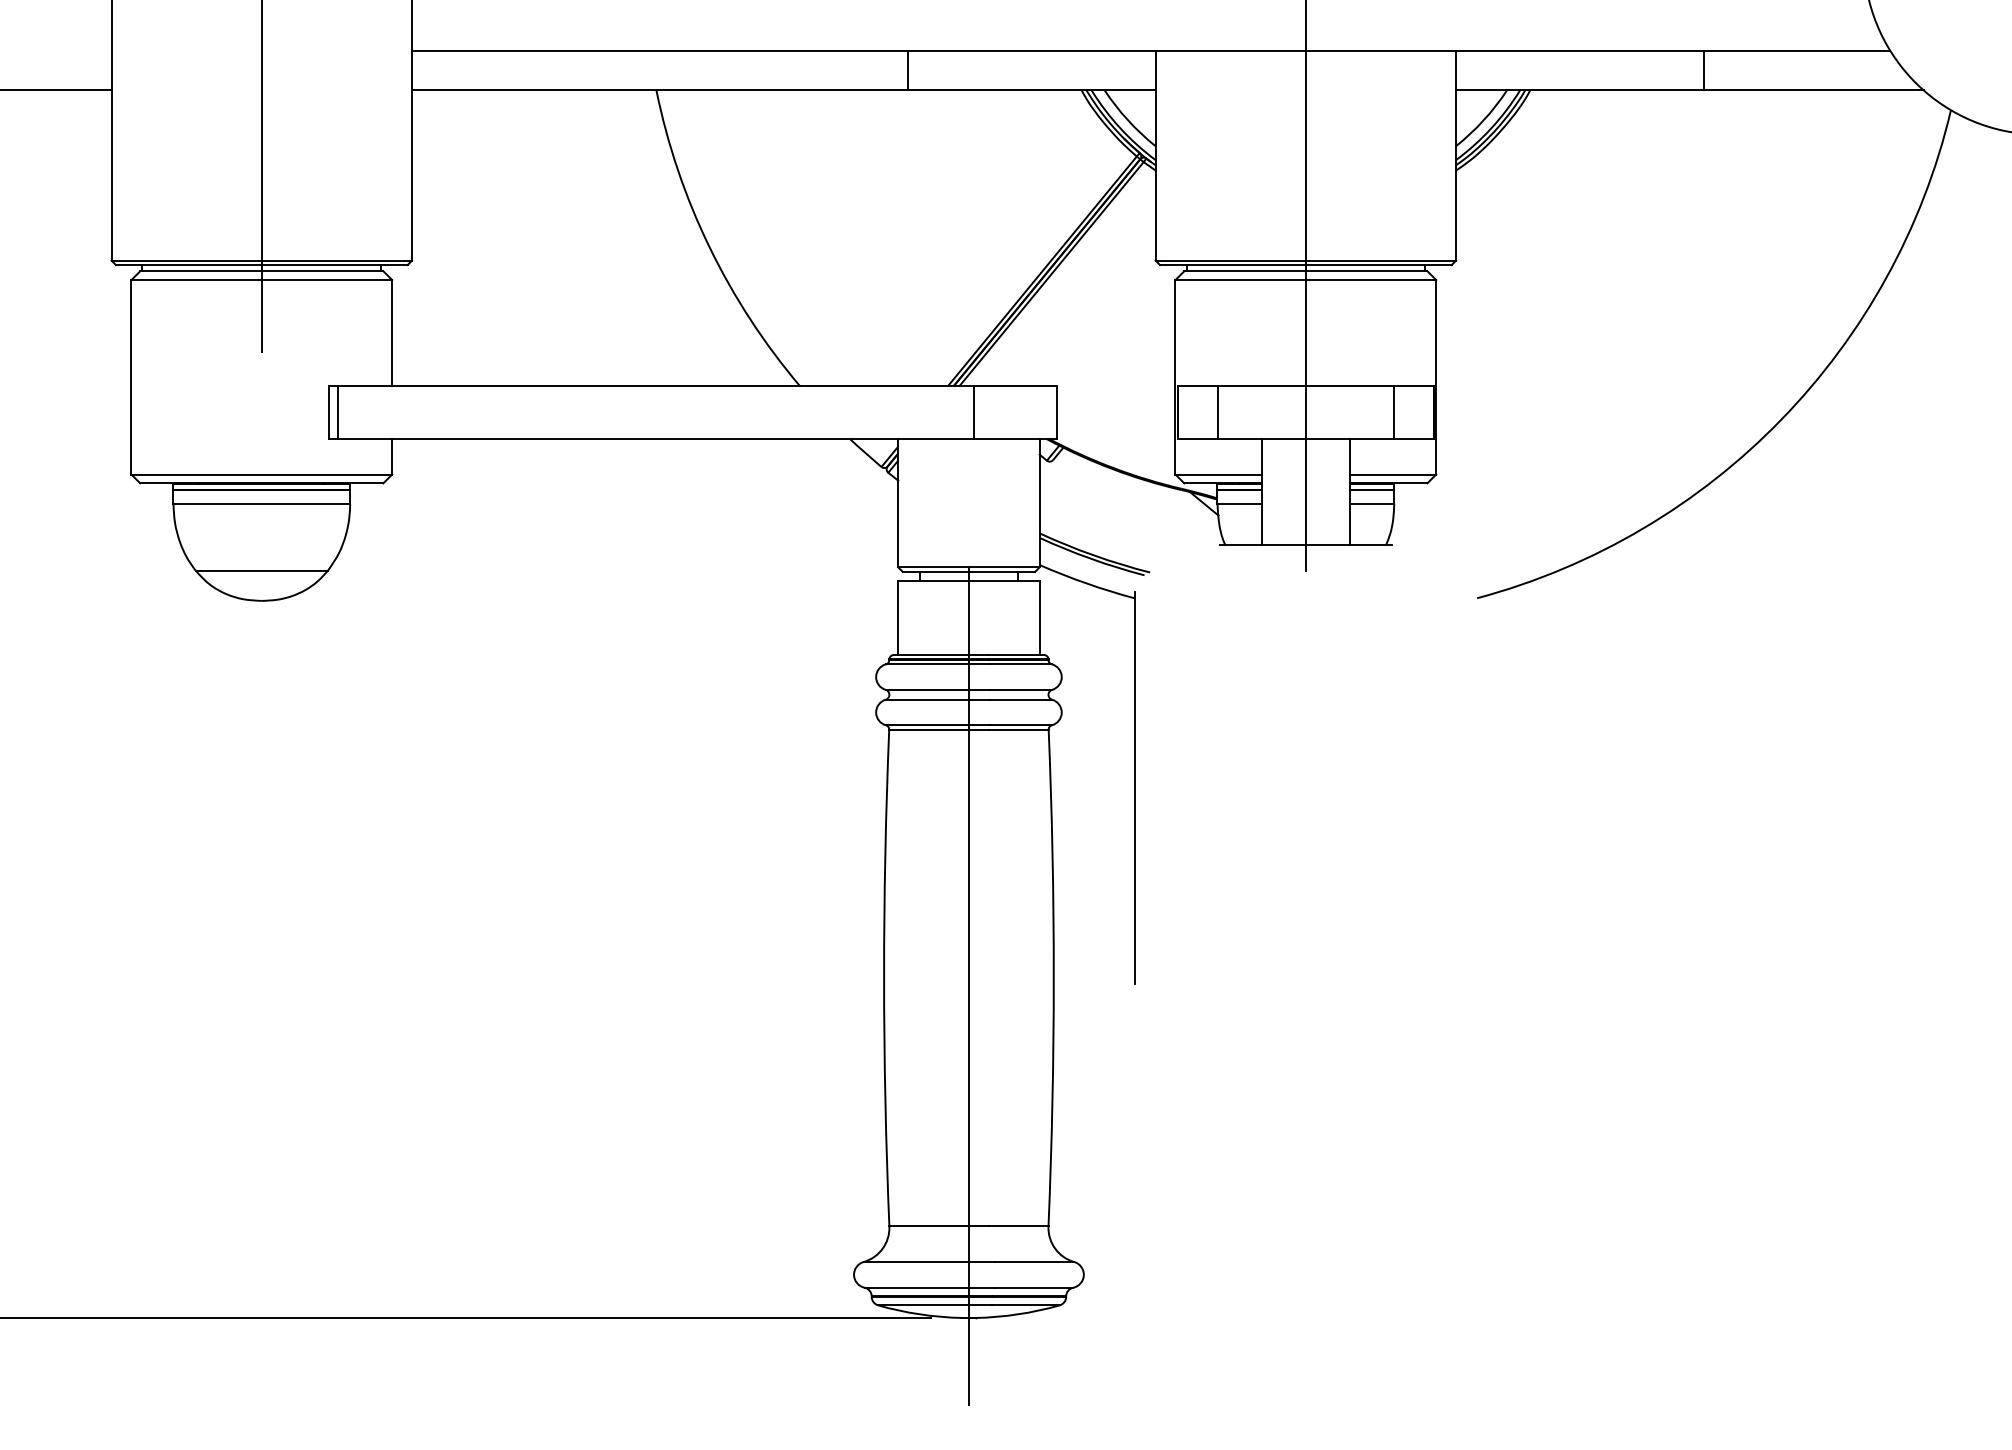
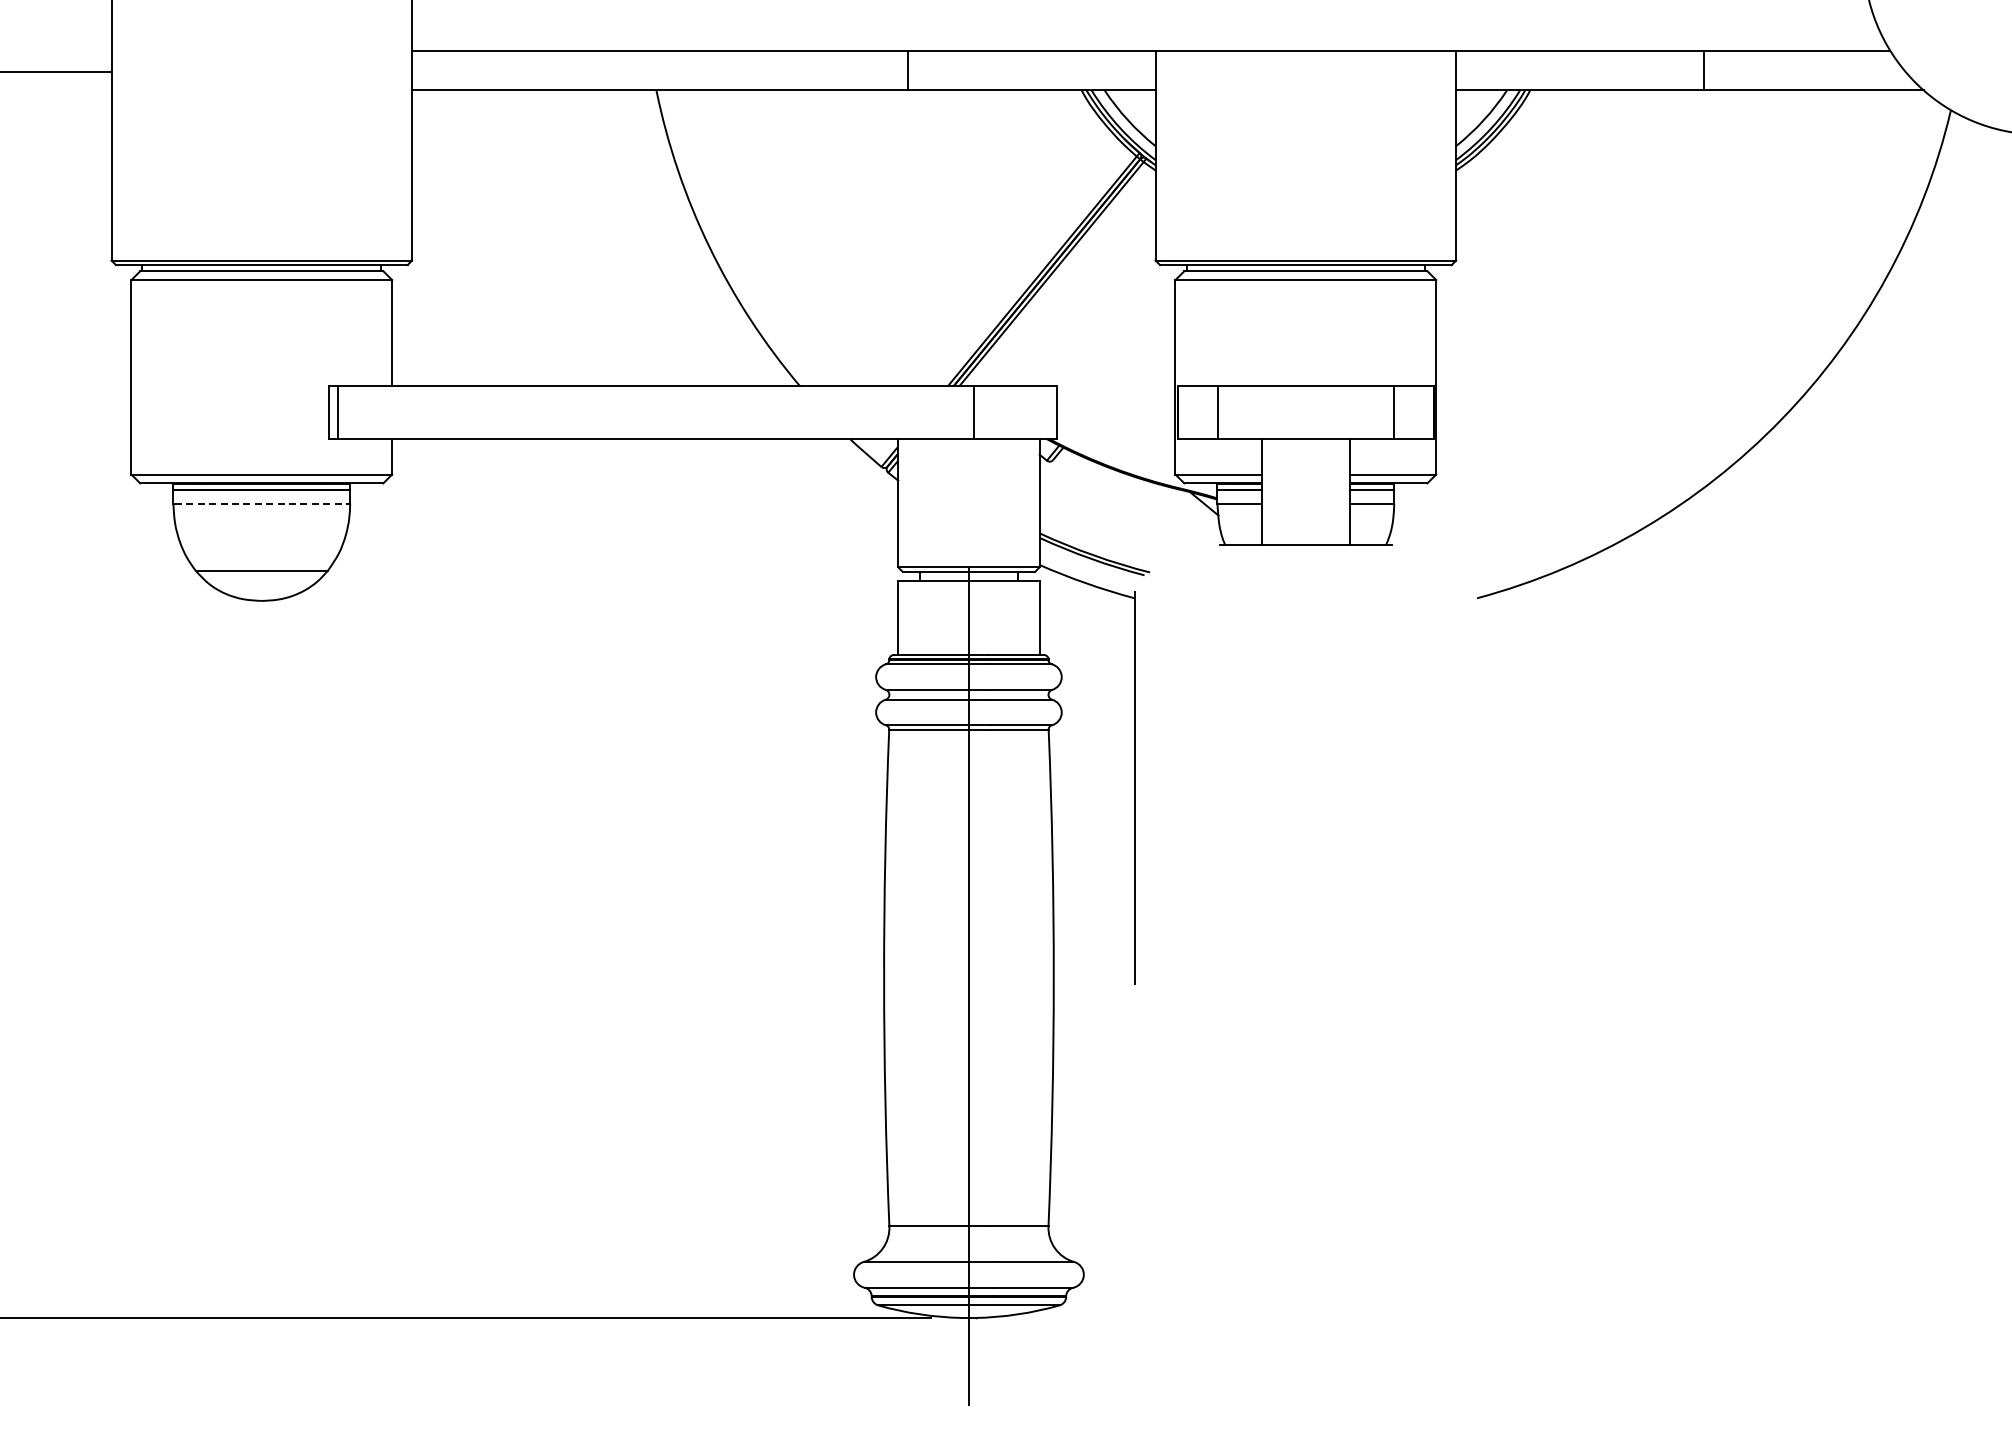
line at (56, 90) position: (56, 90) -> (56, 72)
line at (261, 177): present -> none
line at (1305, 286): present -> none
line at (262, 503): solid -> dashed
